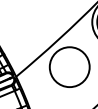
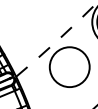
arc at (58, 40): solid -> dashed
